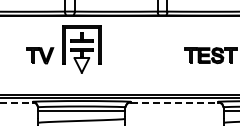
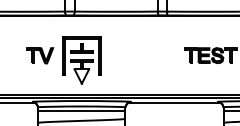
part at (81, 49) position: (81, 49) -> (81, 60)
line at (16, 102): dashed -> solid
line at (174, 102): dashed -> solid
